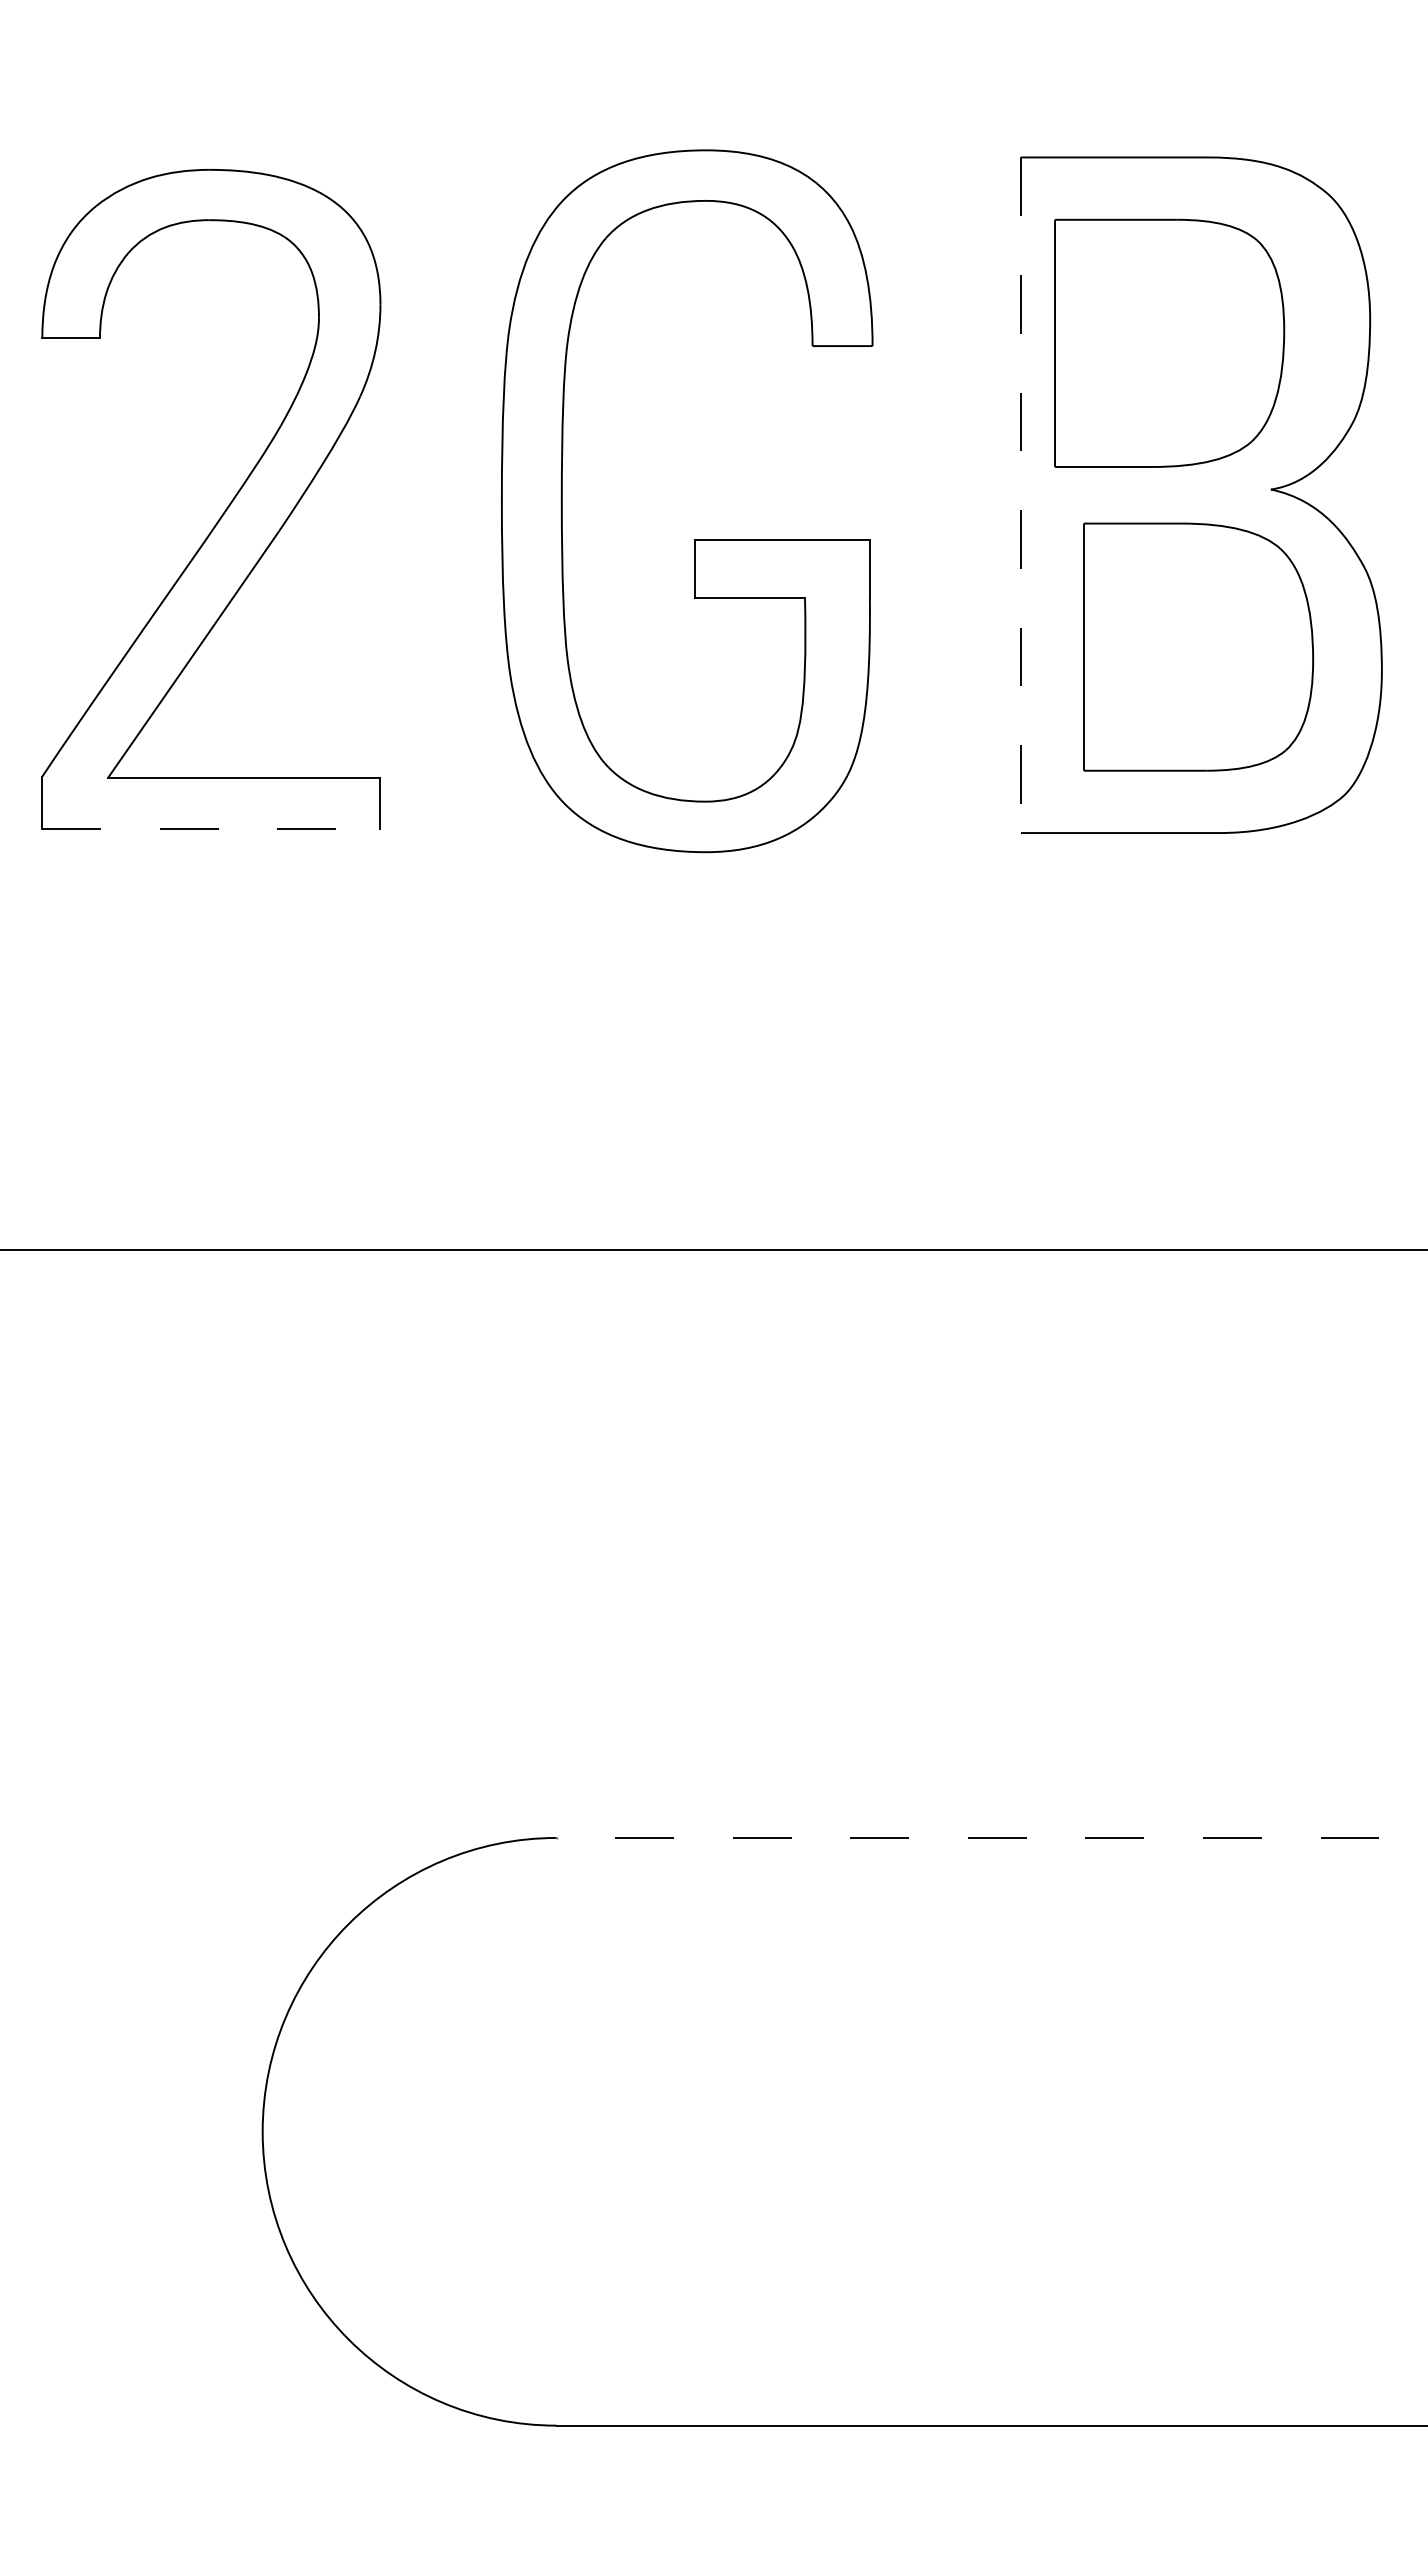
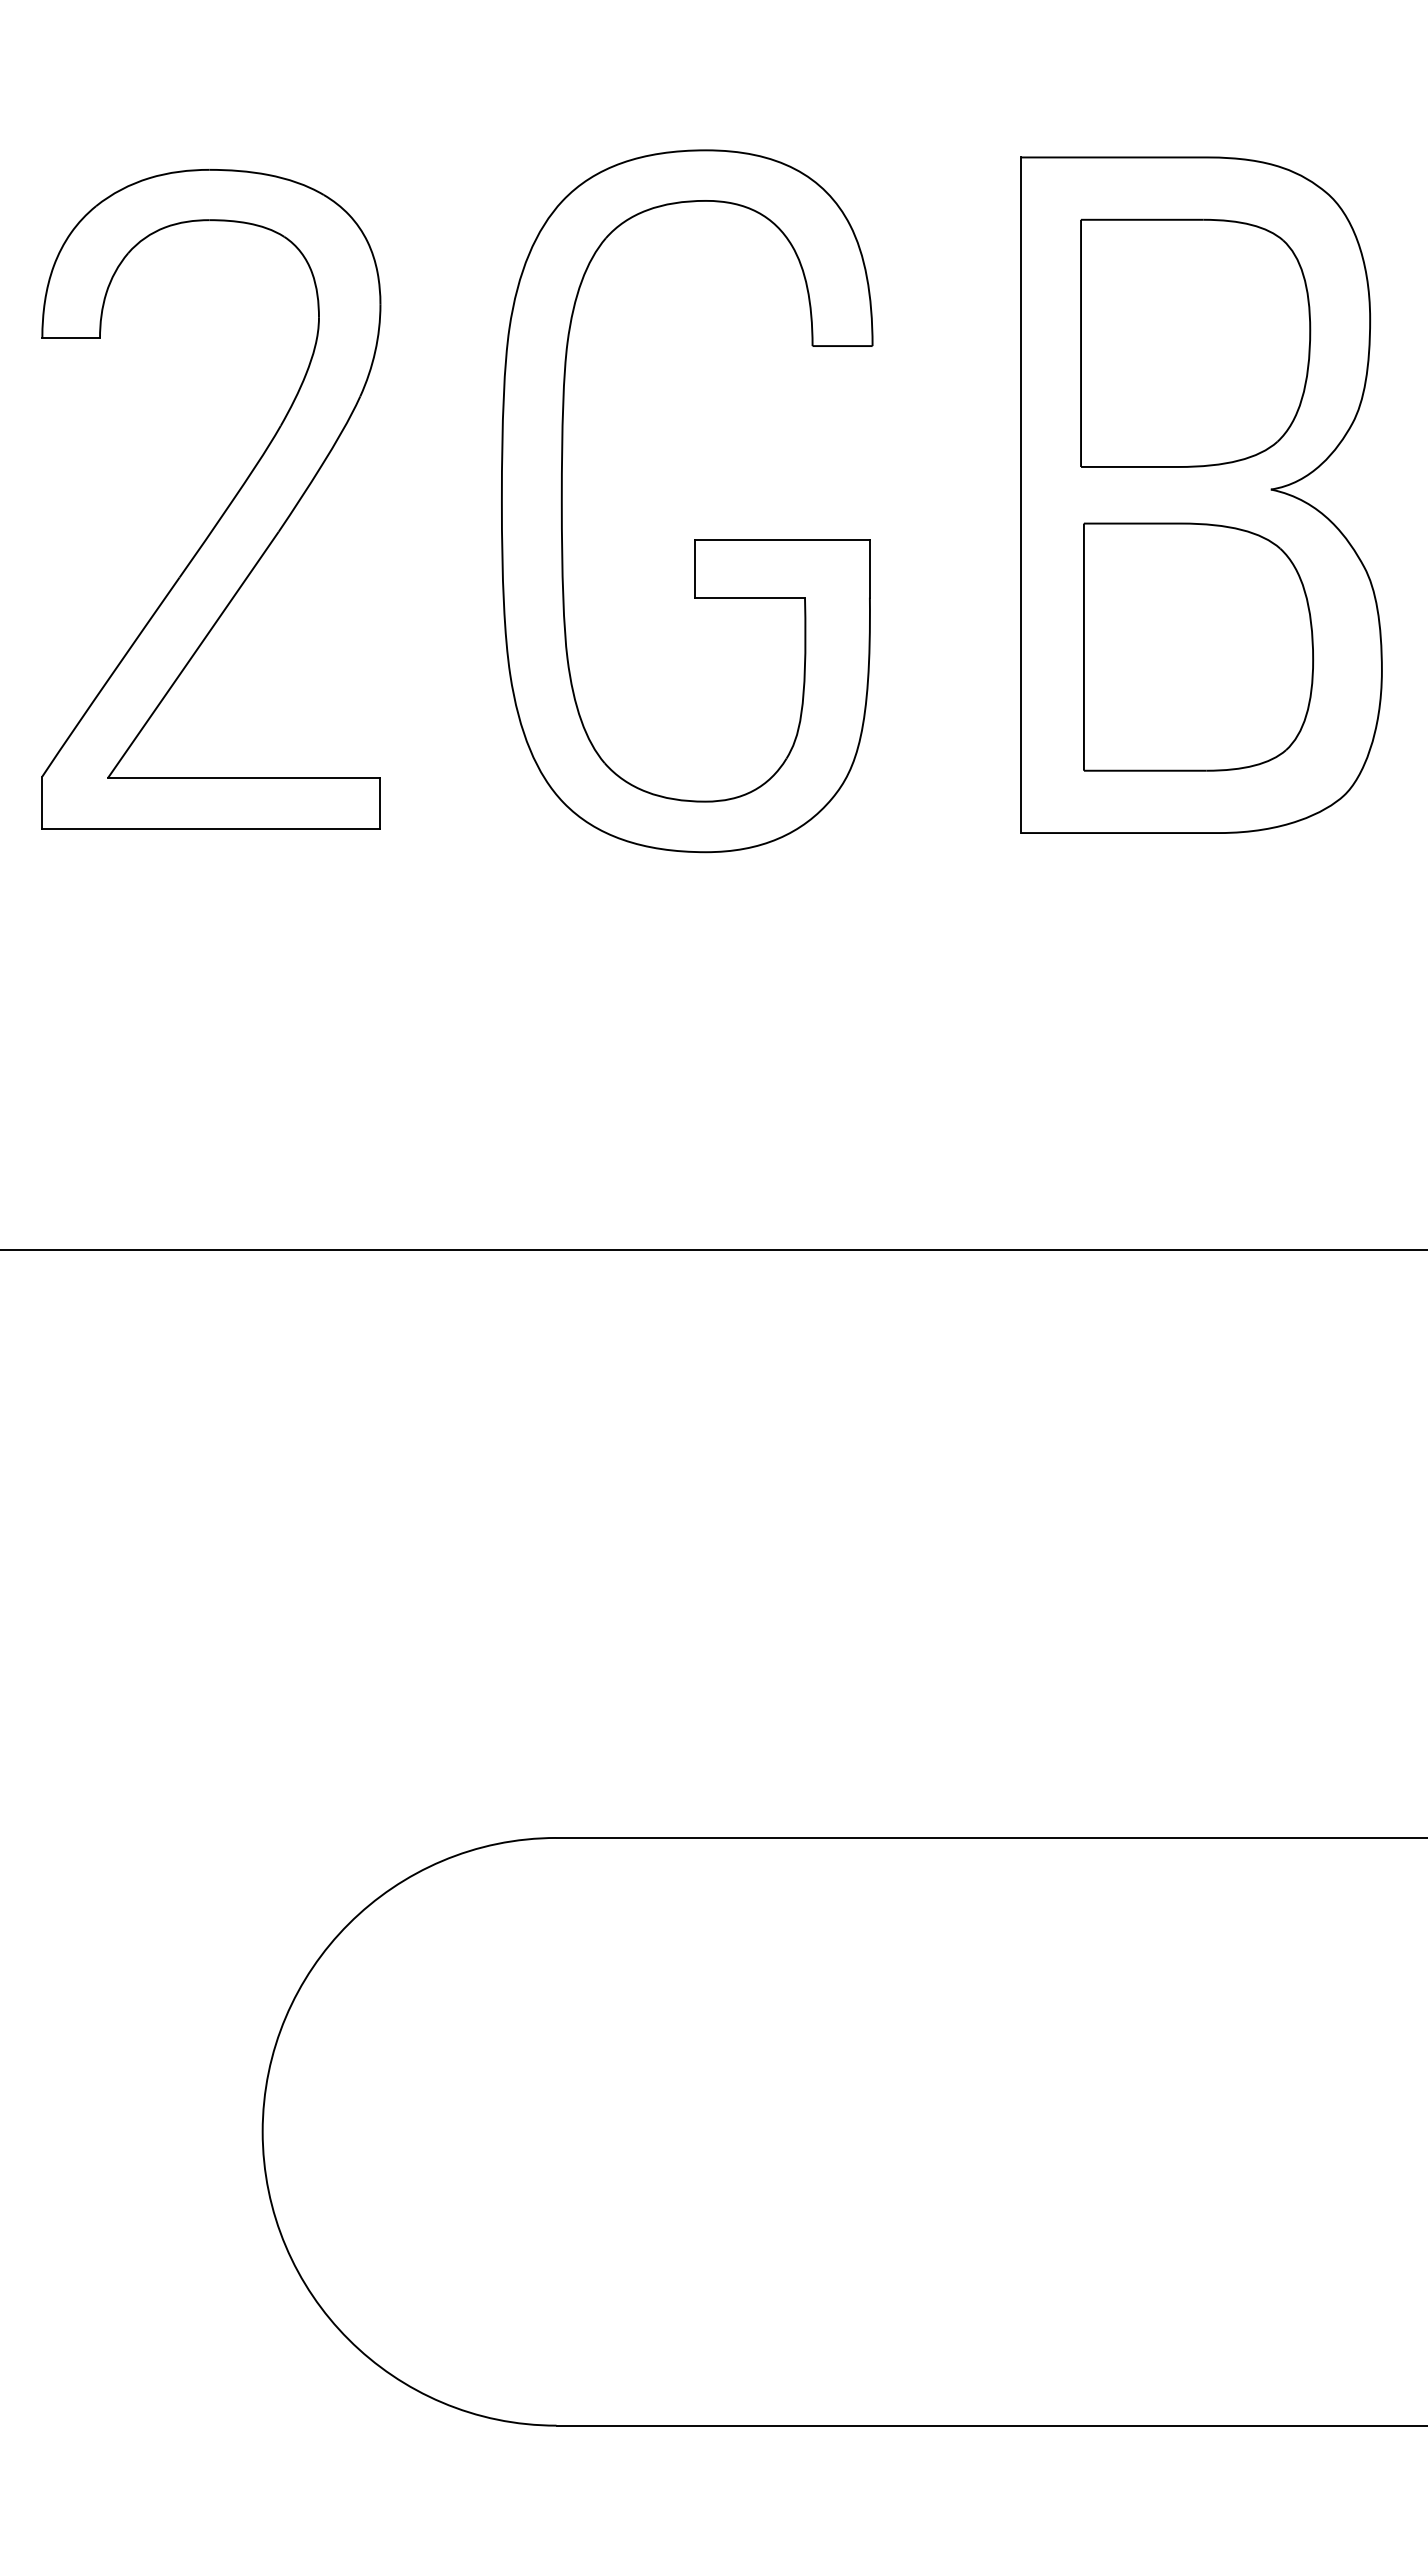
part at (1169, 342) position: (1169, 342) -> (1195, 342)
line at (1021, 495): dashed -> solid
line at (211, 828): dashed -> solid
line at (991, 1837): dashed -> solid
